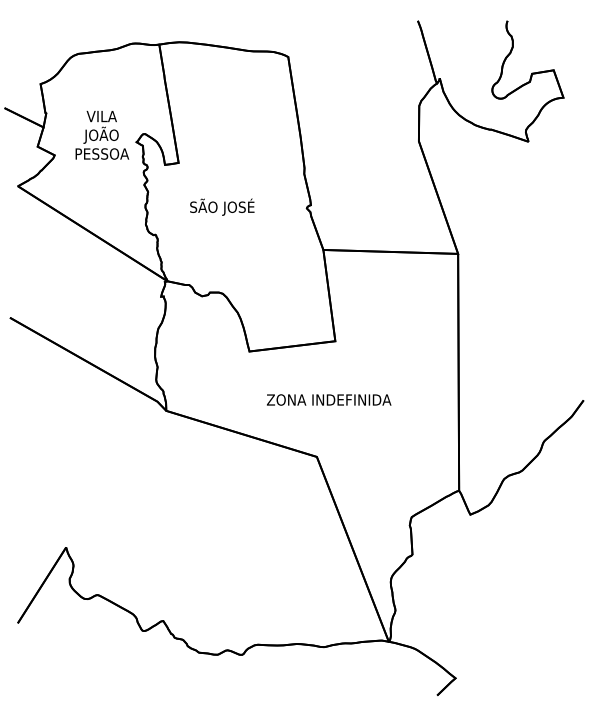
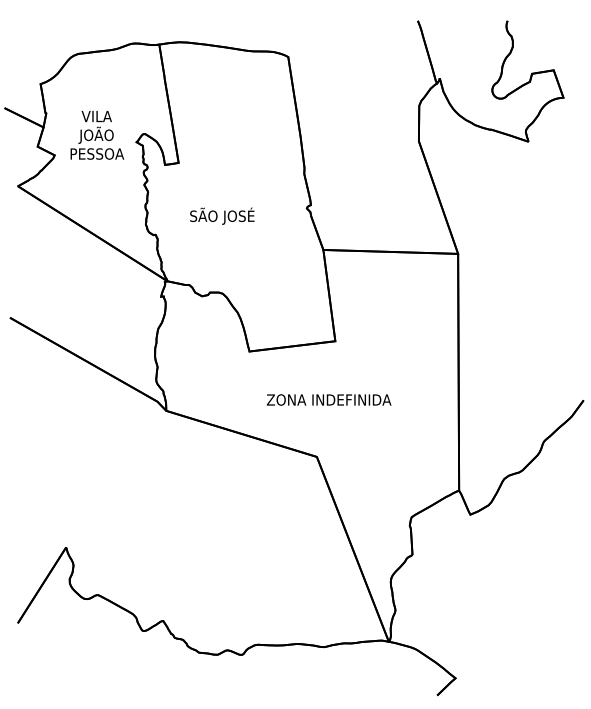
text at (102, 135) position: (102, 135) -> (97, 135)
text at (222, 206) position: (222, 206) -> (222, 215)
